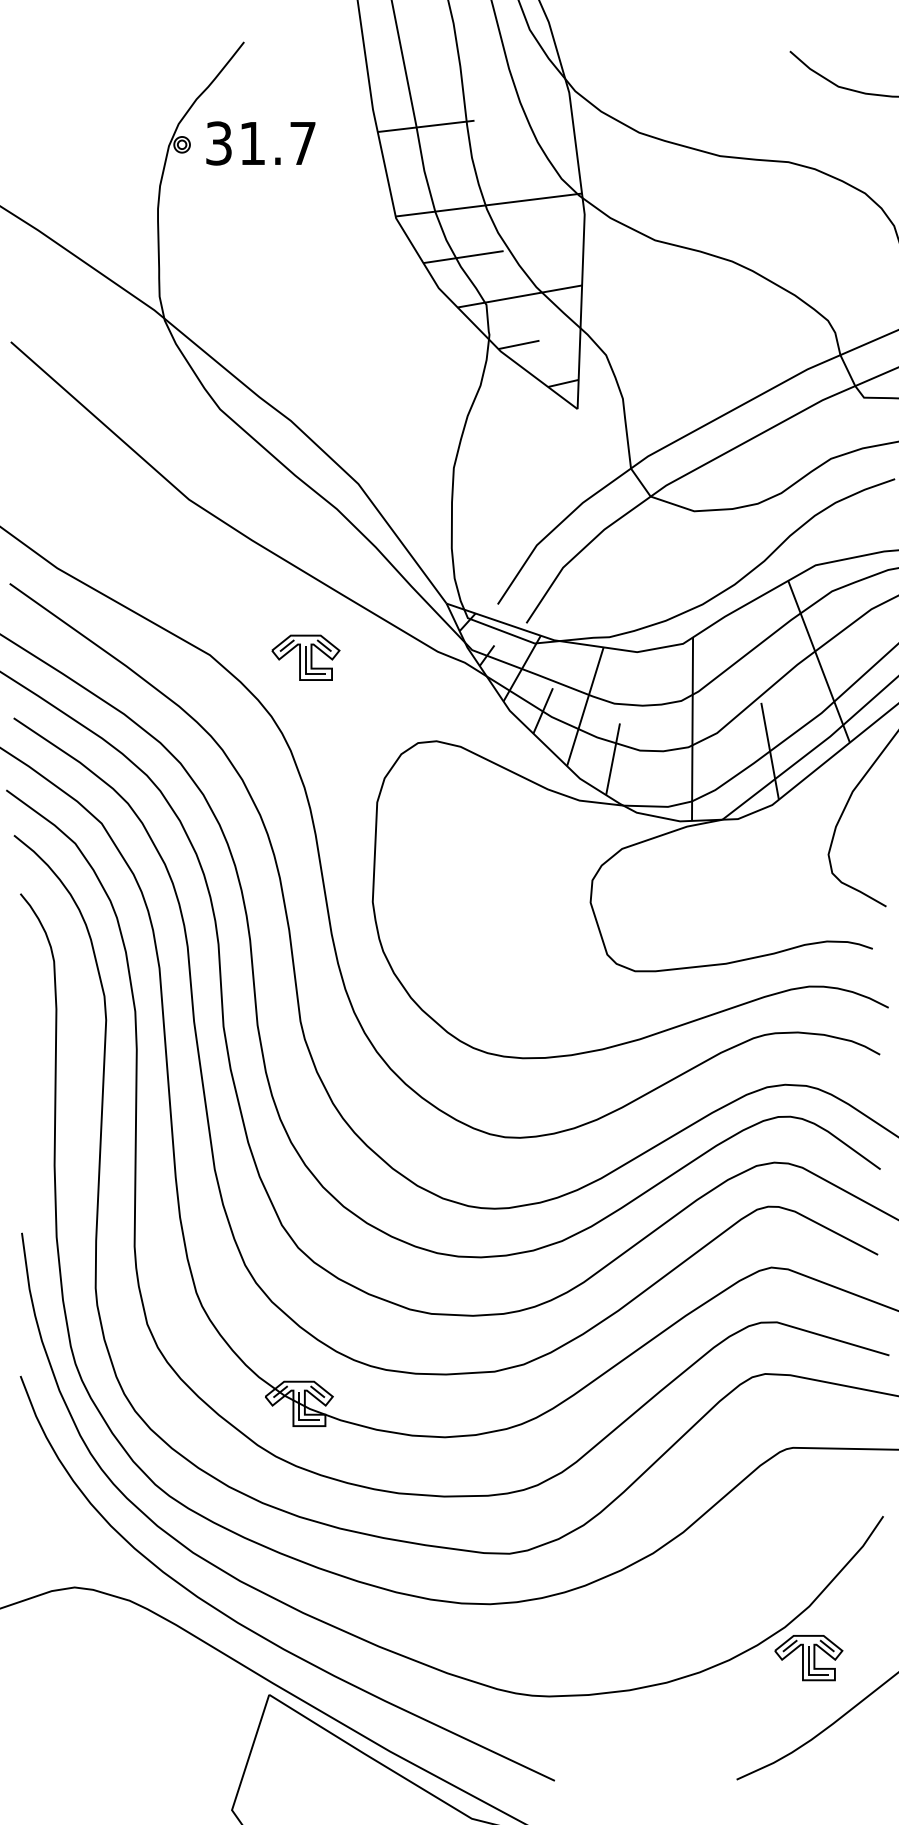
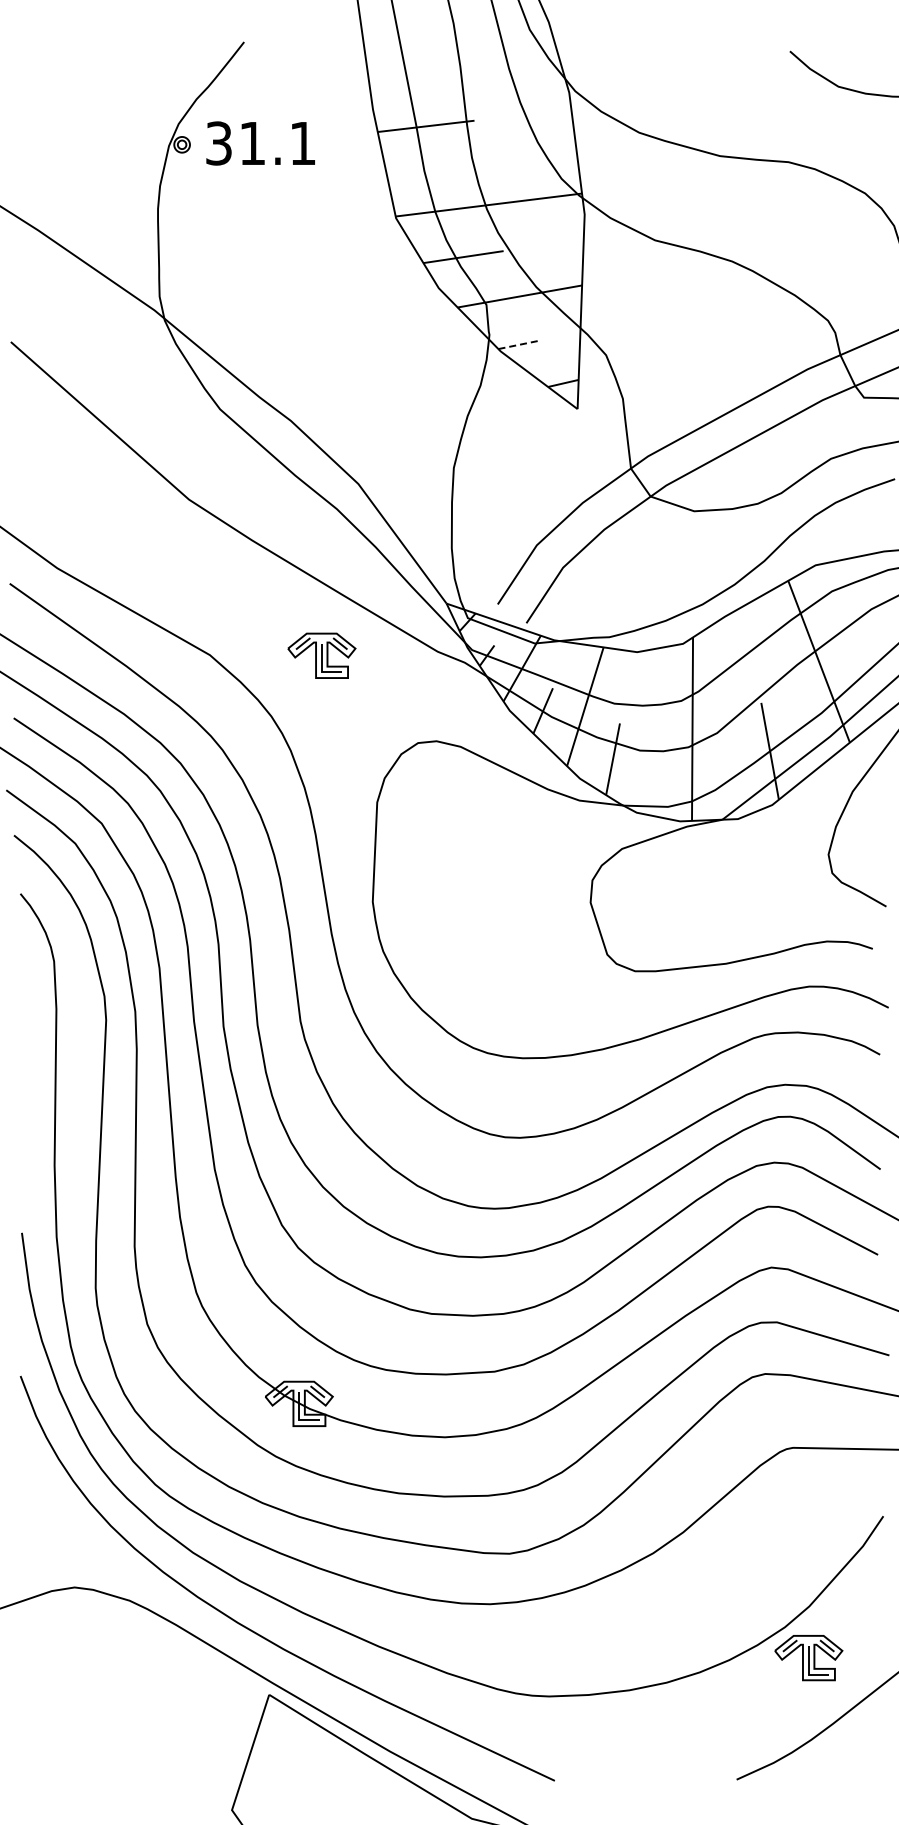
text at (302, 143): 31.7 -> 31.1
line at (518, 344): solid -> dashed
part at (305, 657) position: (305, 657) -> (321, 655)
